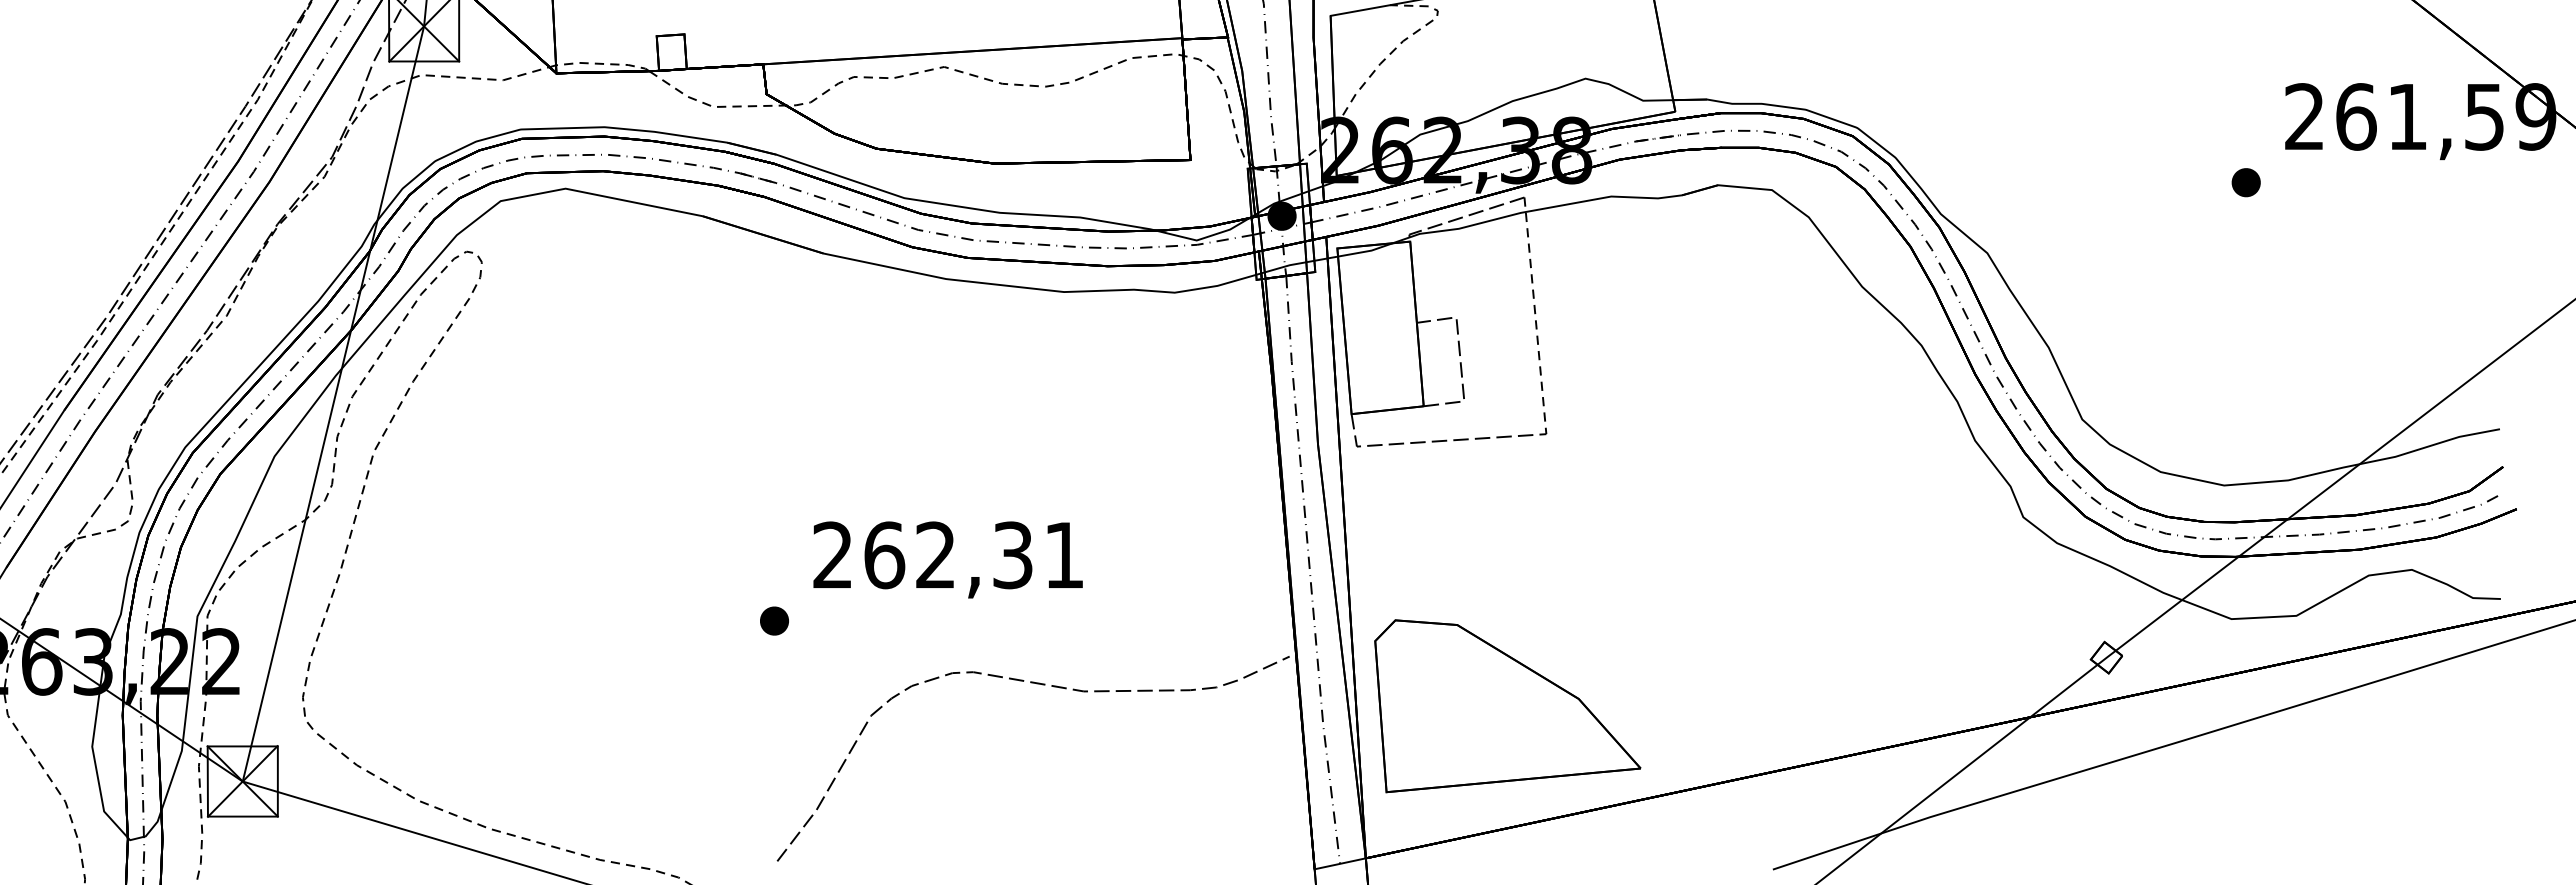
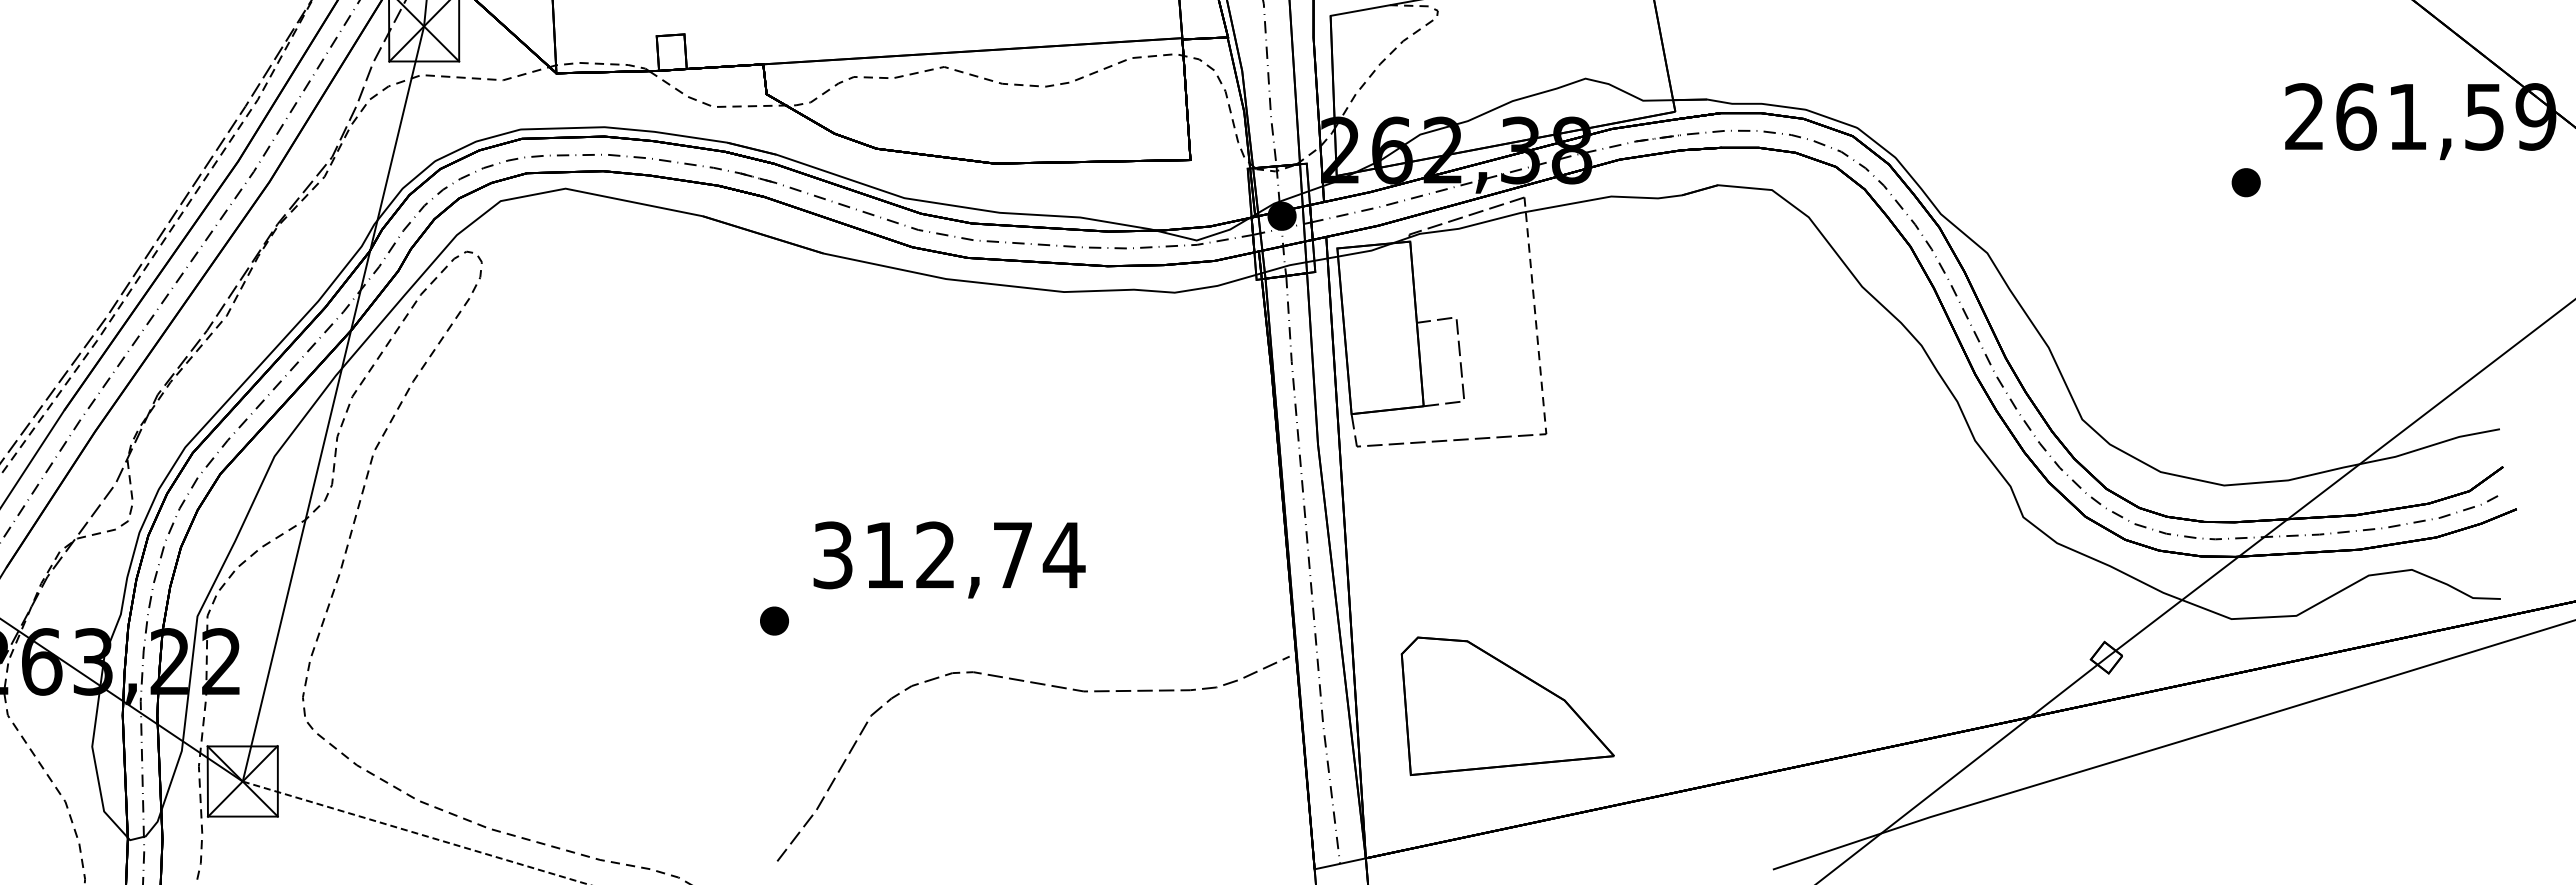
text at (949, 555): 262,31 -> 312,74
part at (1507, 706) size: 268x175 px -> 215x140 px
line at (416, 833): solid -> dashed
